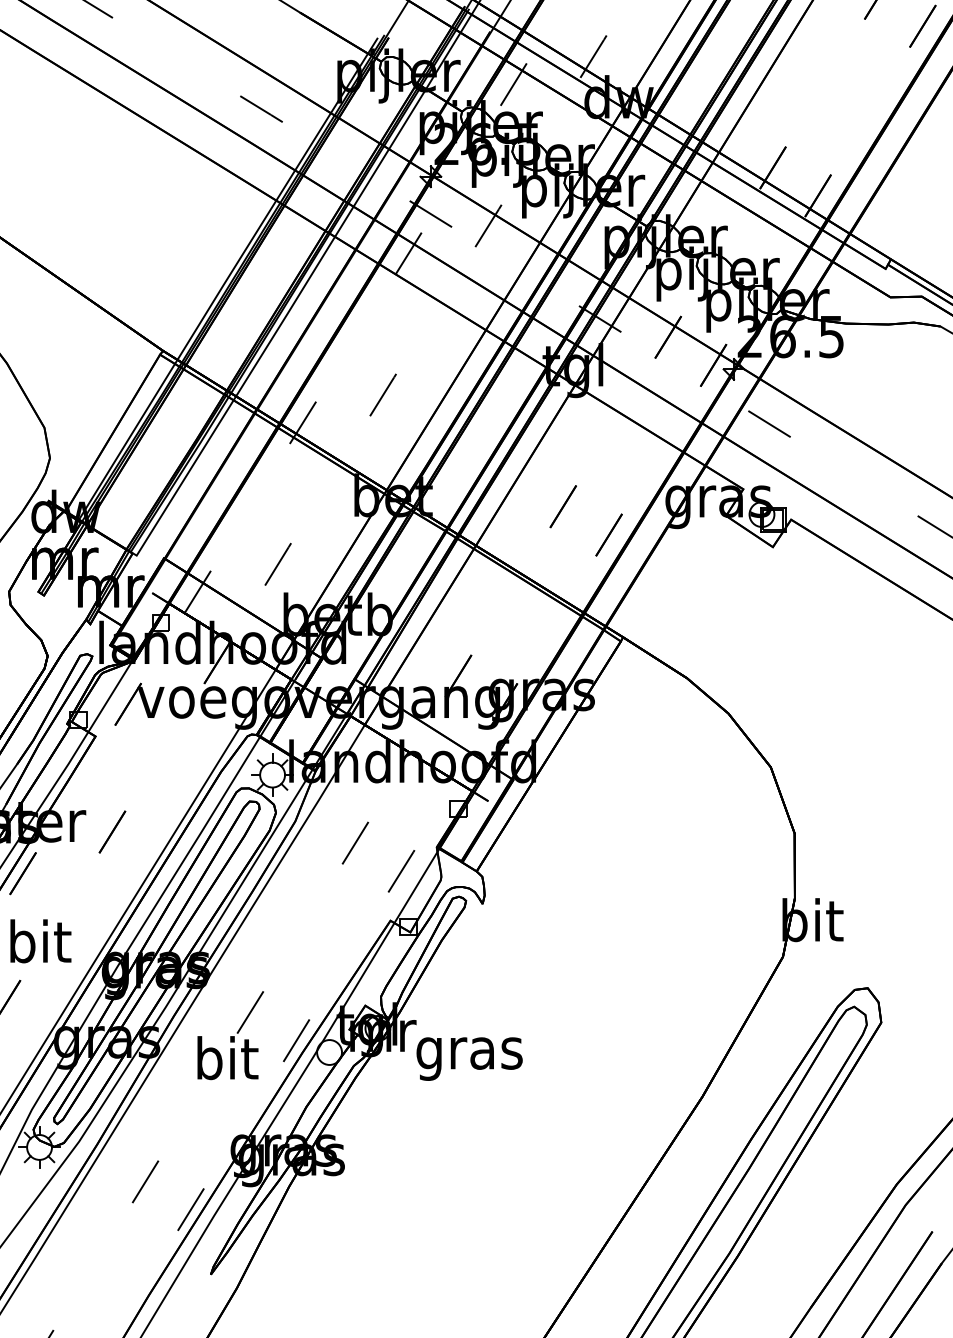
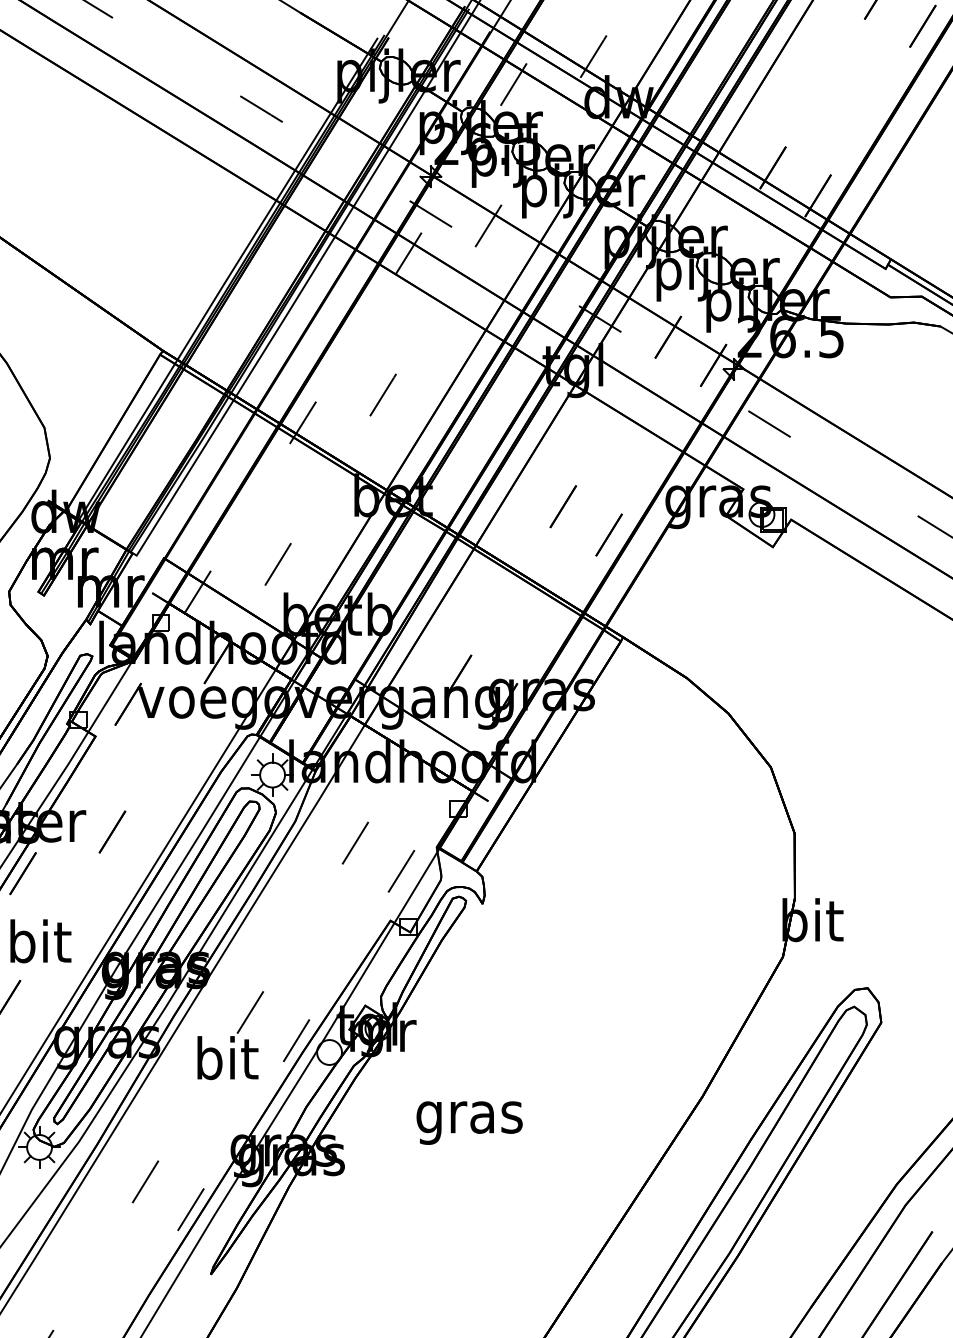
text at (469, 1058) position: (469, 1058) -> (469, 1122)
